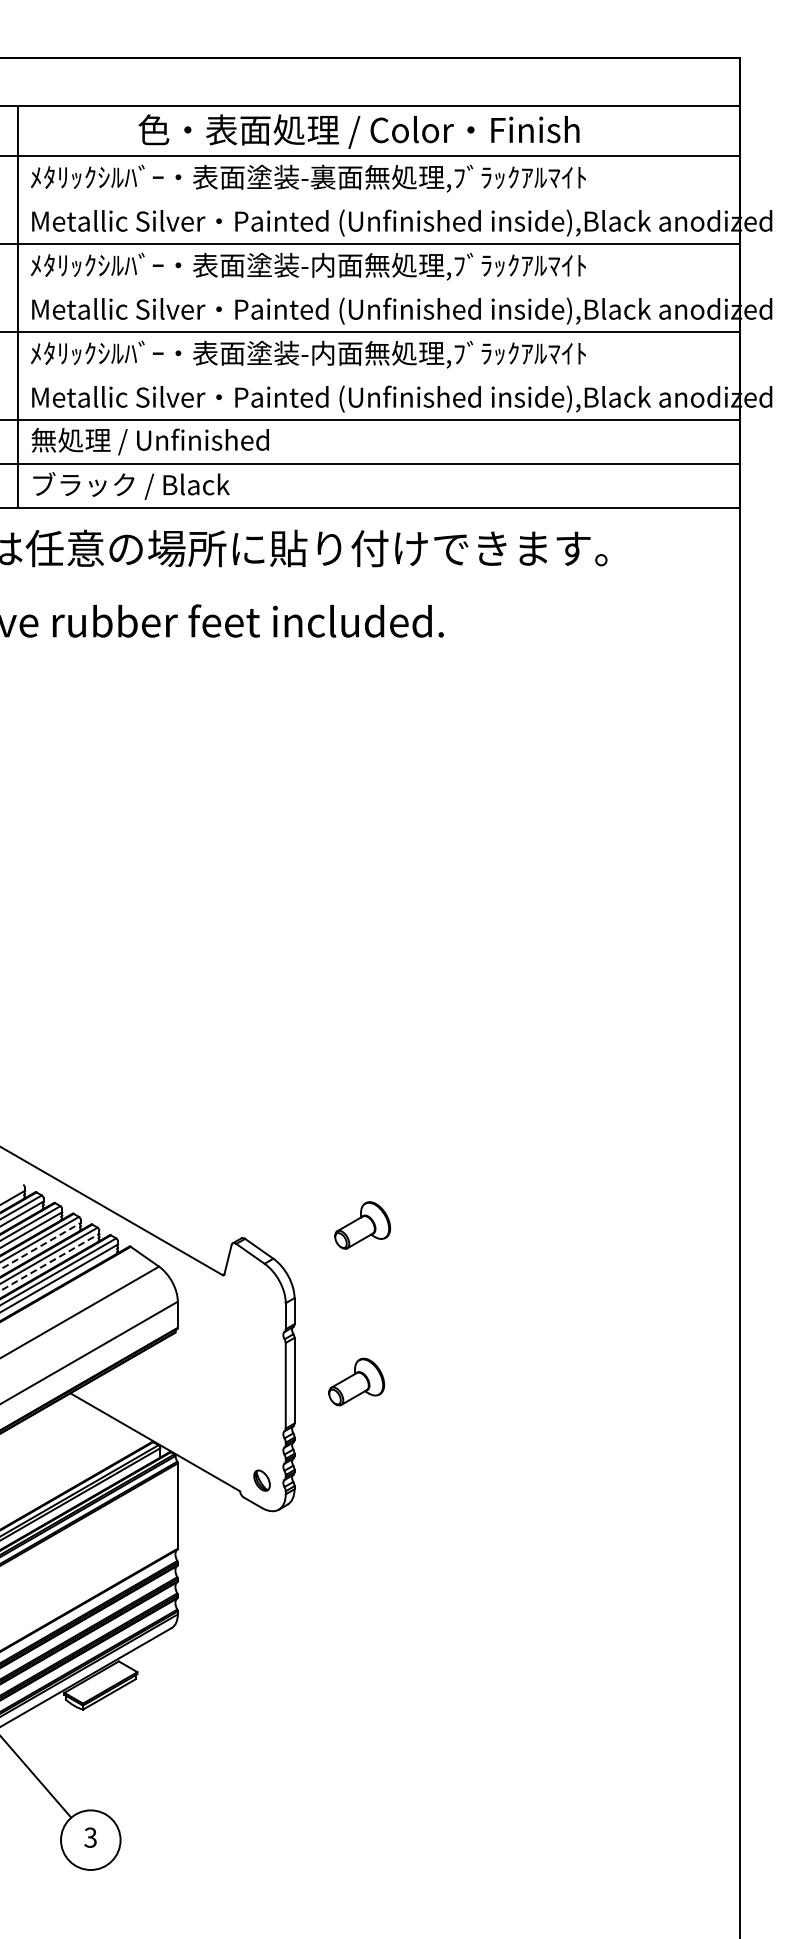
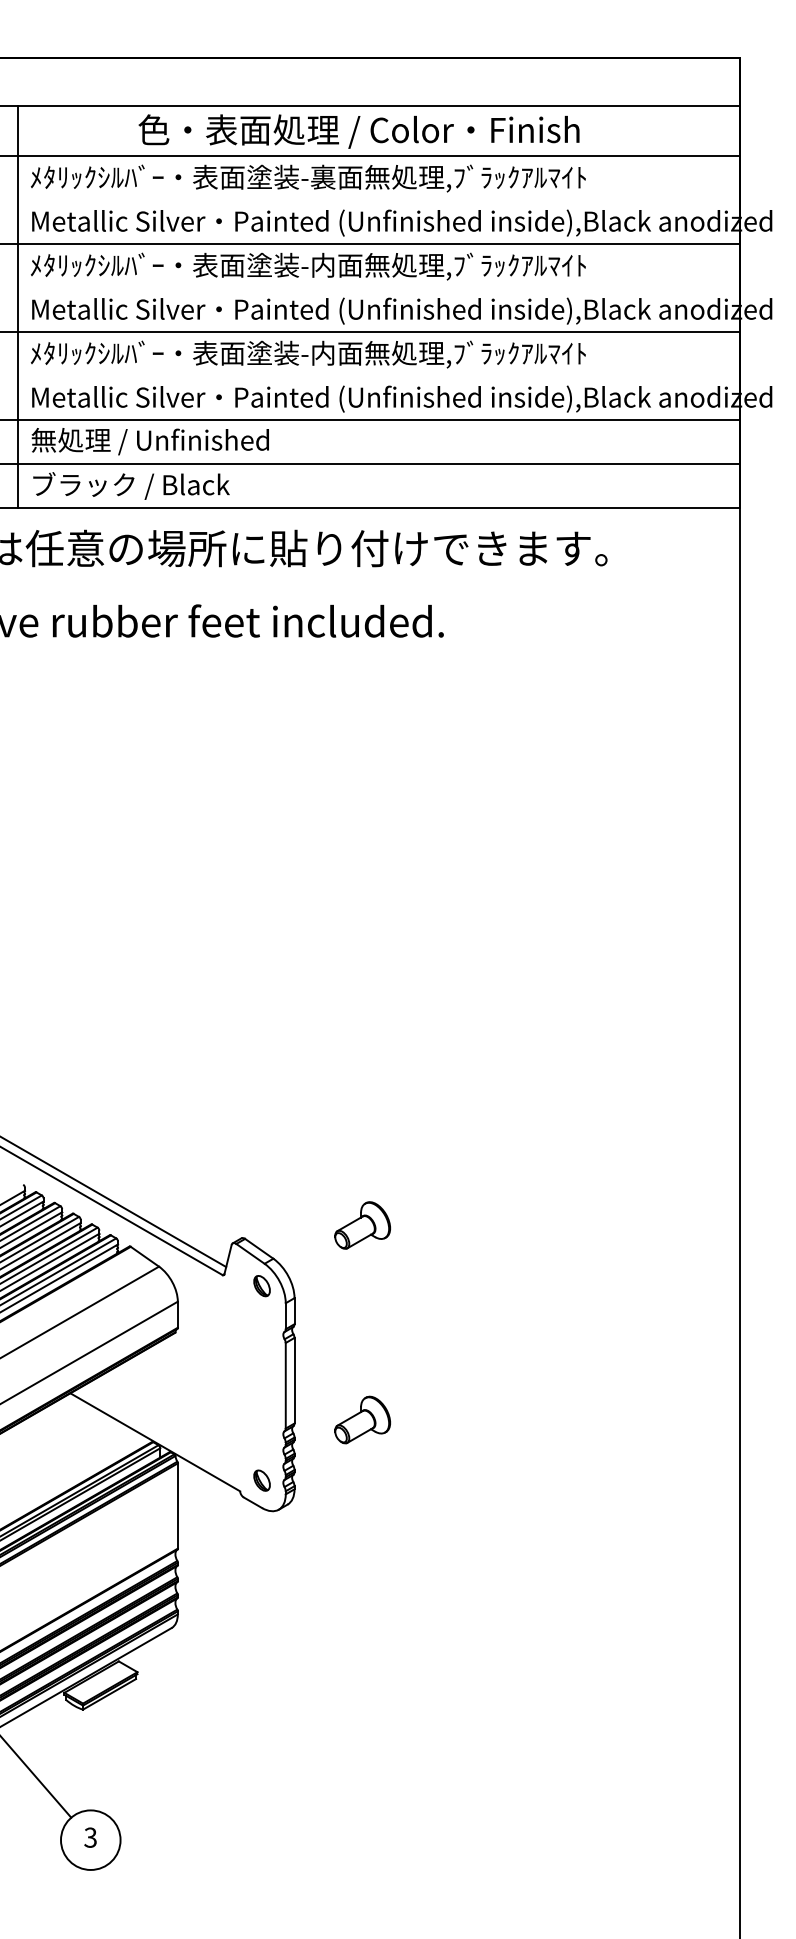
line at (114, 1202): none -> present
line at (41, 1245): dashed -> solid
line at (50, 1262): dashed -> solid
part at (261, 1286): none -> present
part at (356, 1381) position: (356, 1381) -> (362, 1419)
